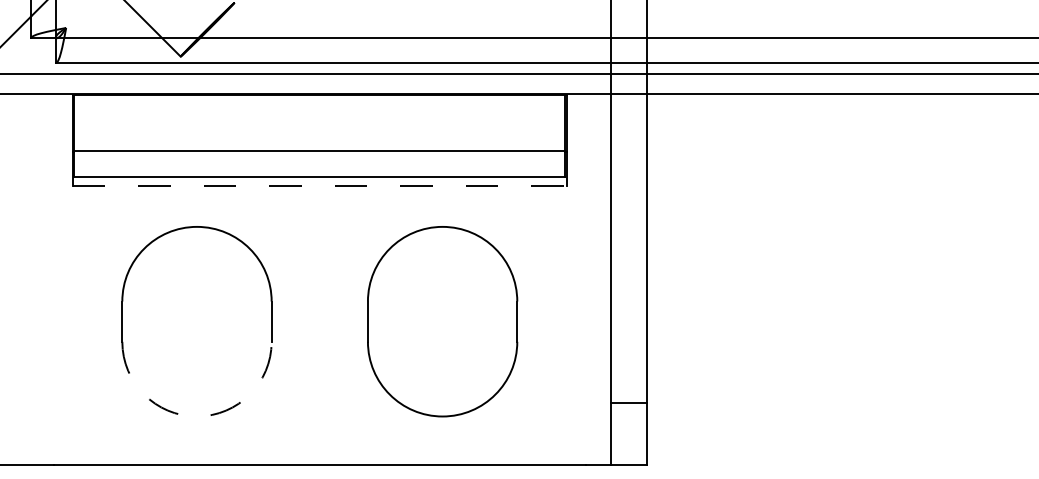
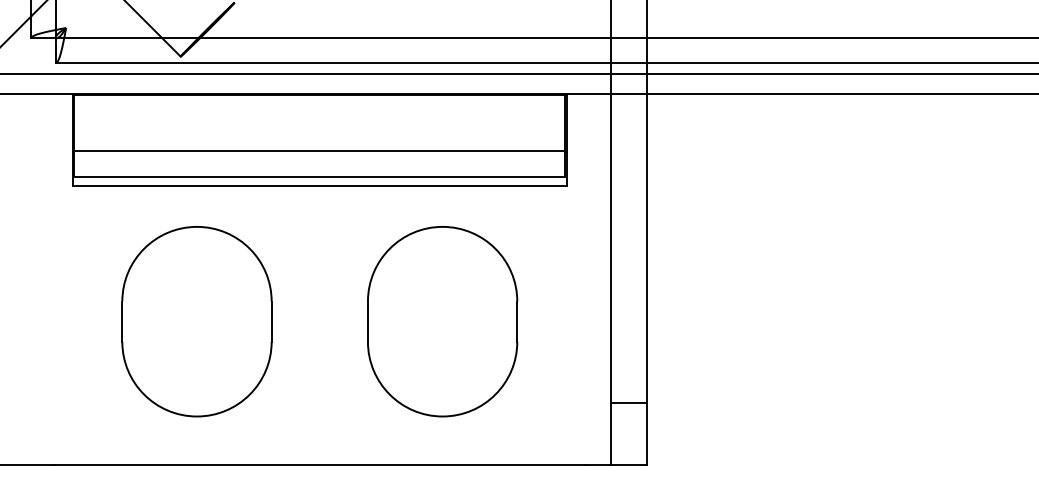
line at (320, 186): dashed -> solid
arc at (197, 416): dashed -> solid
